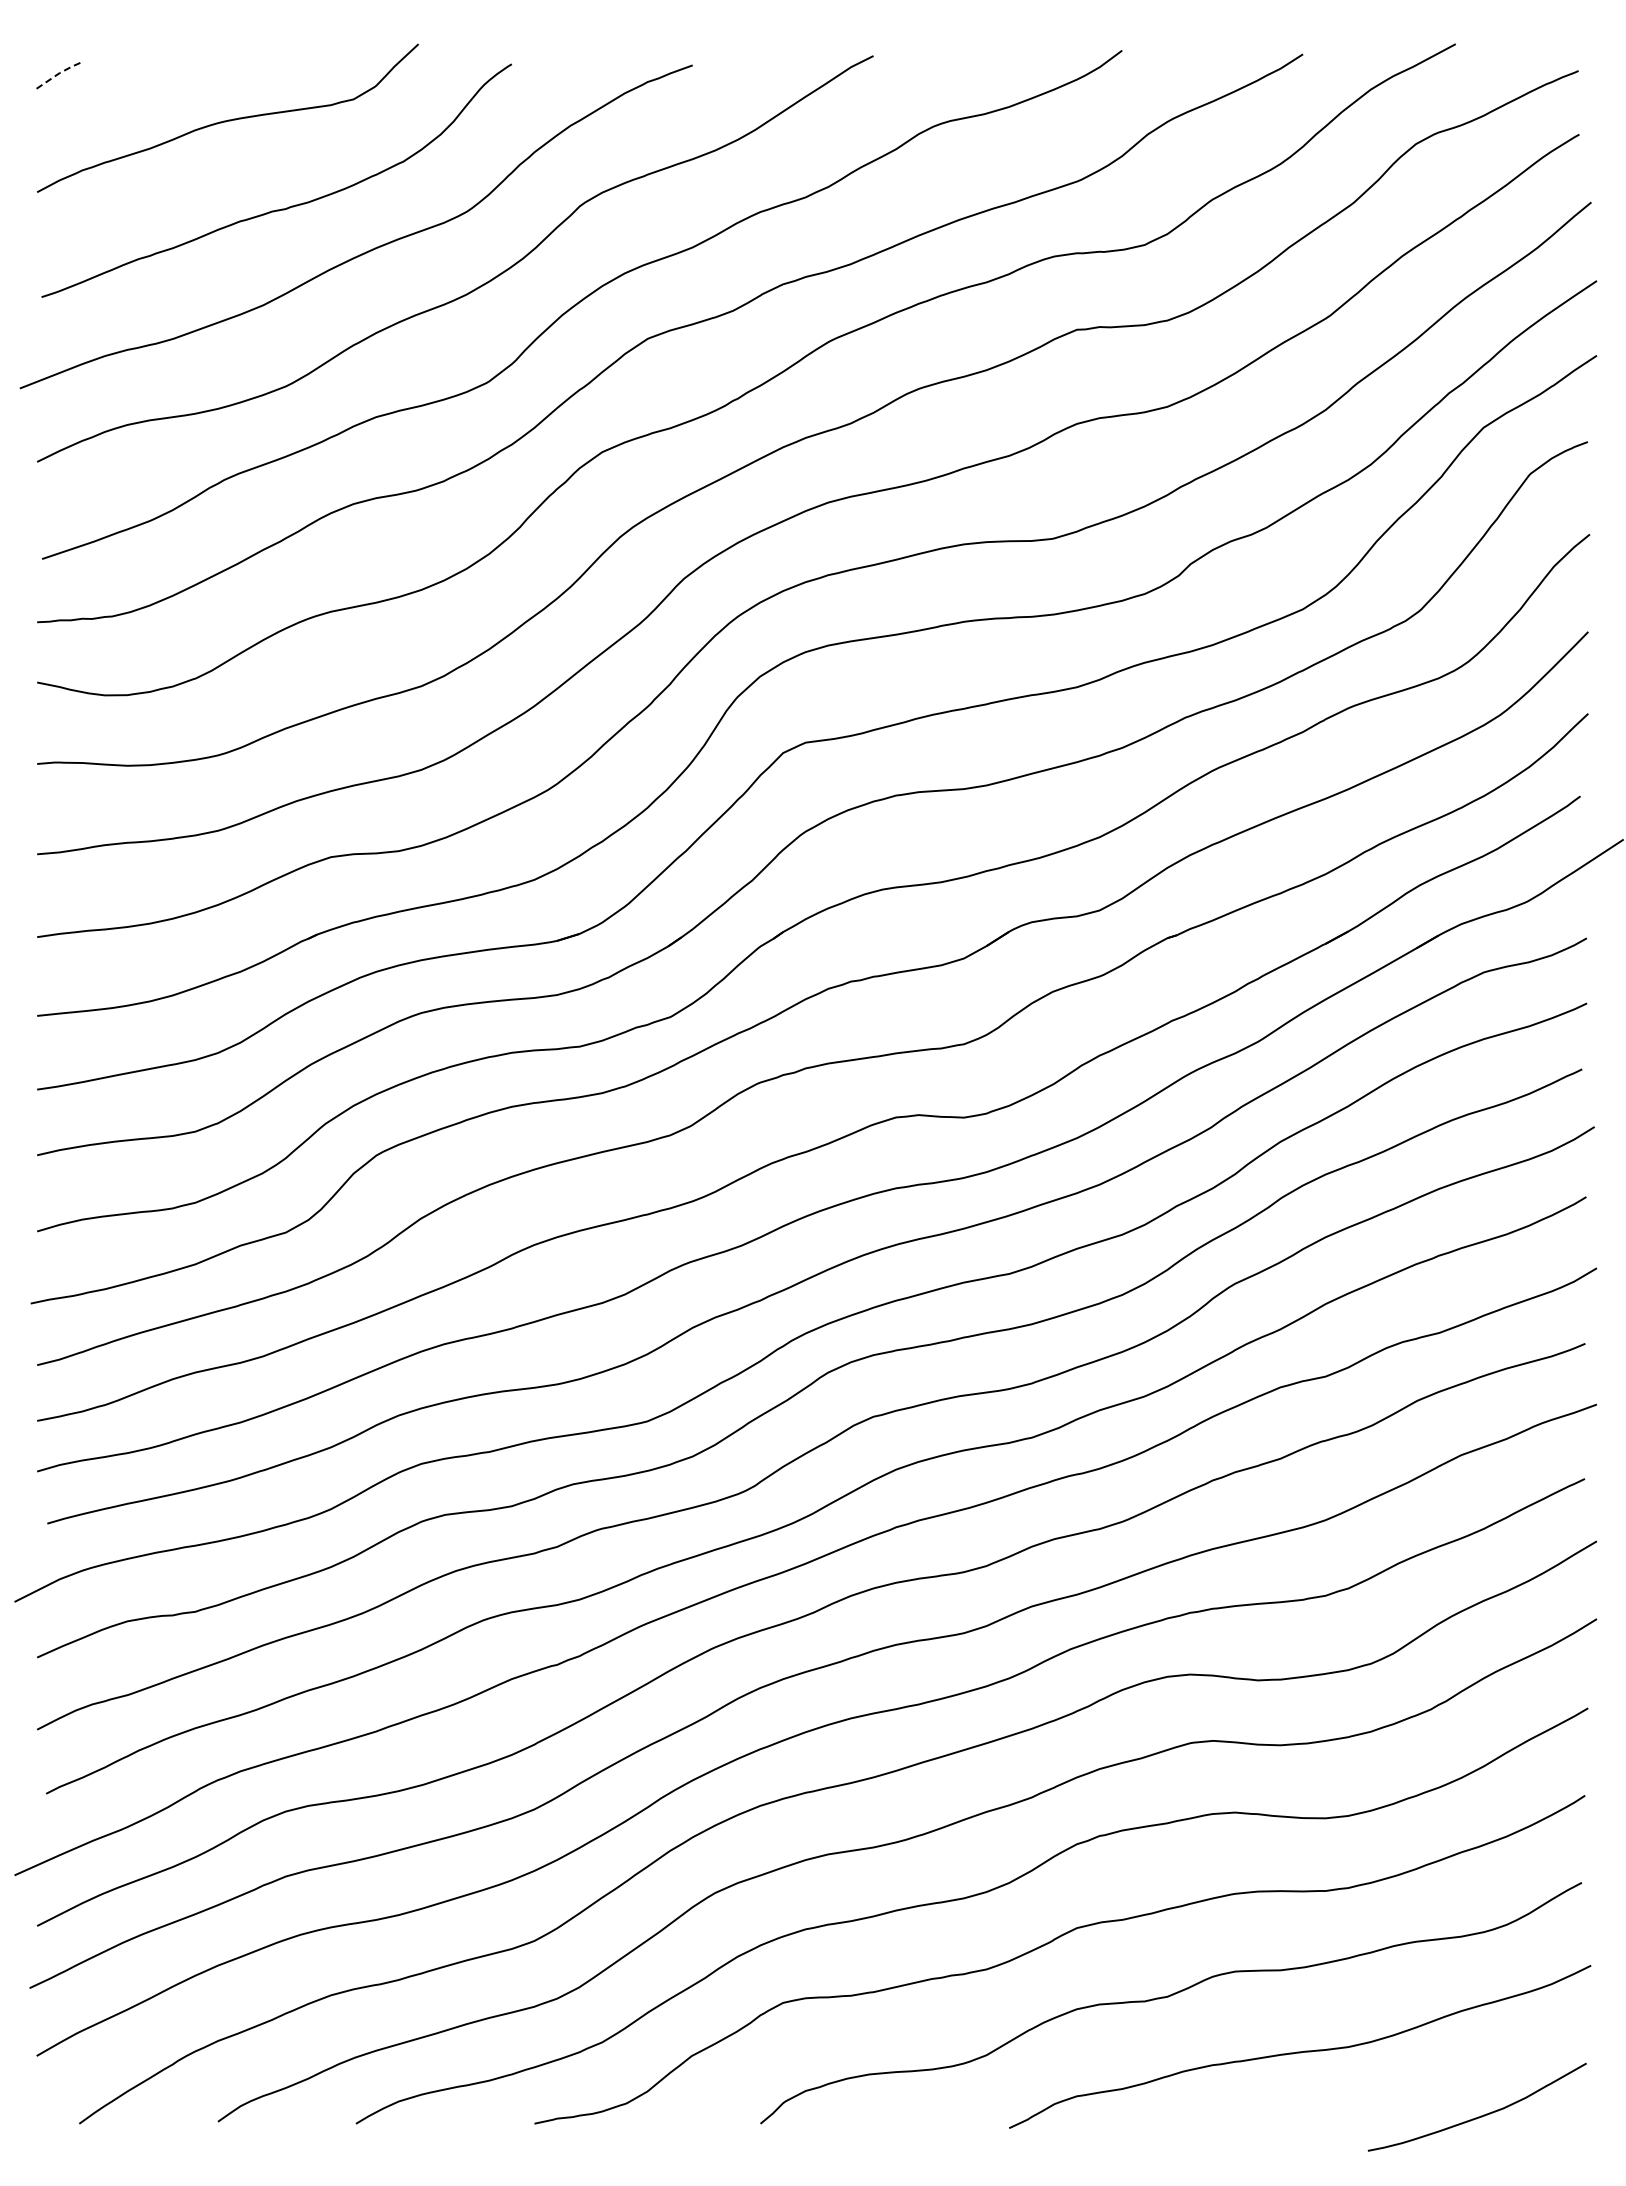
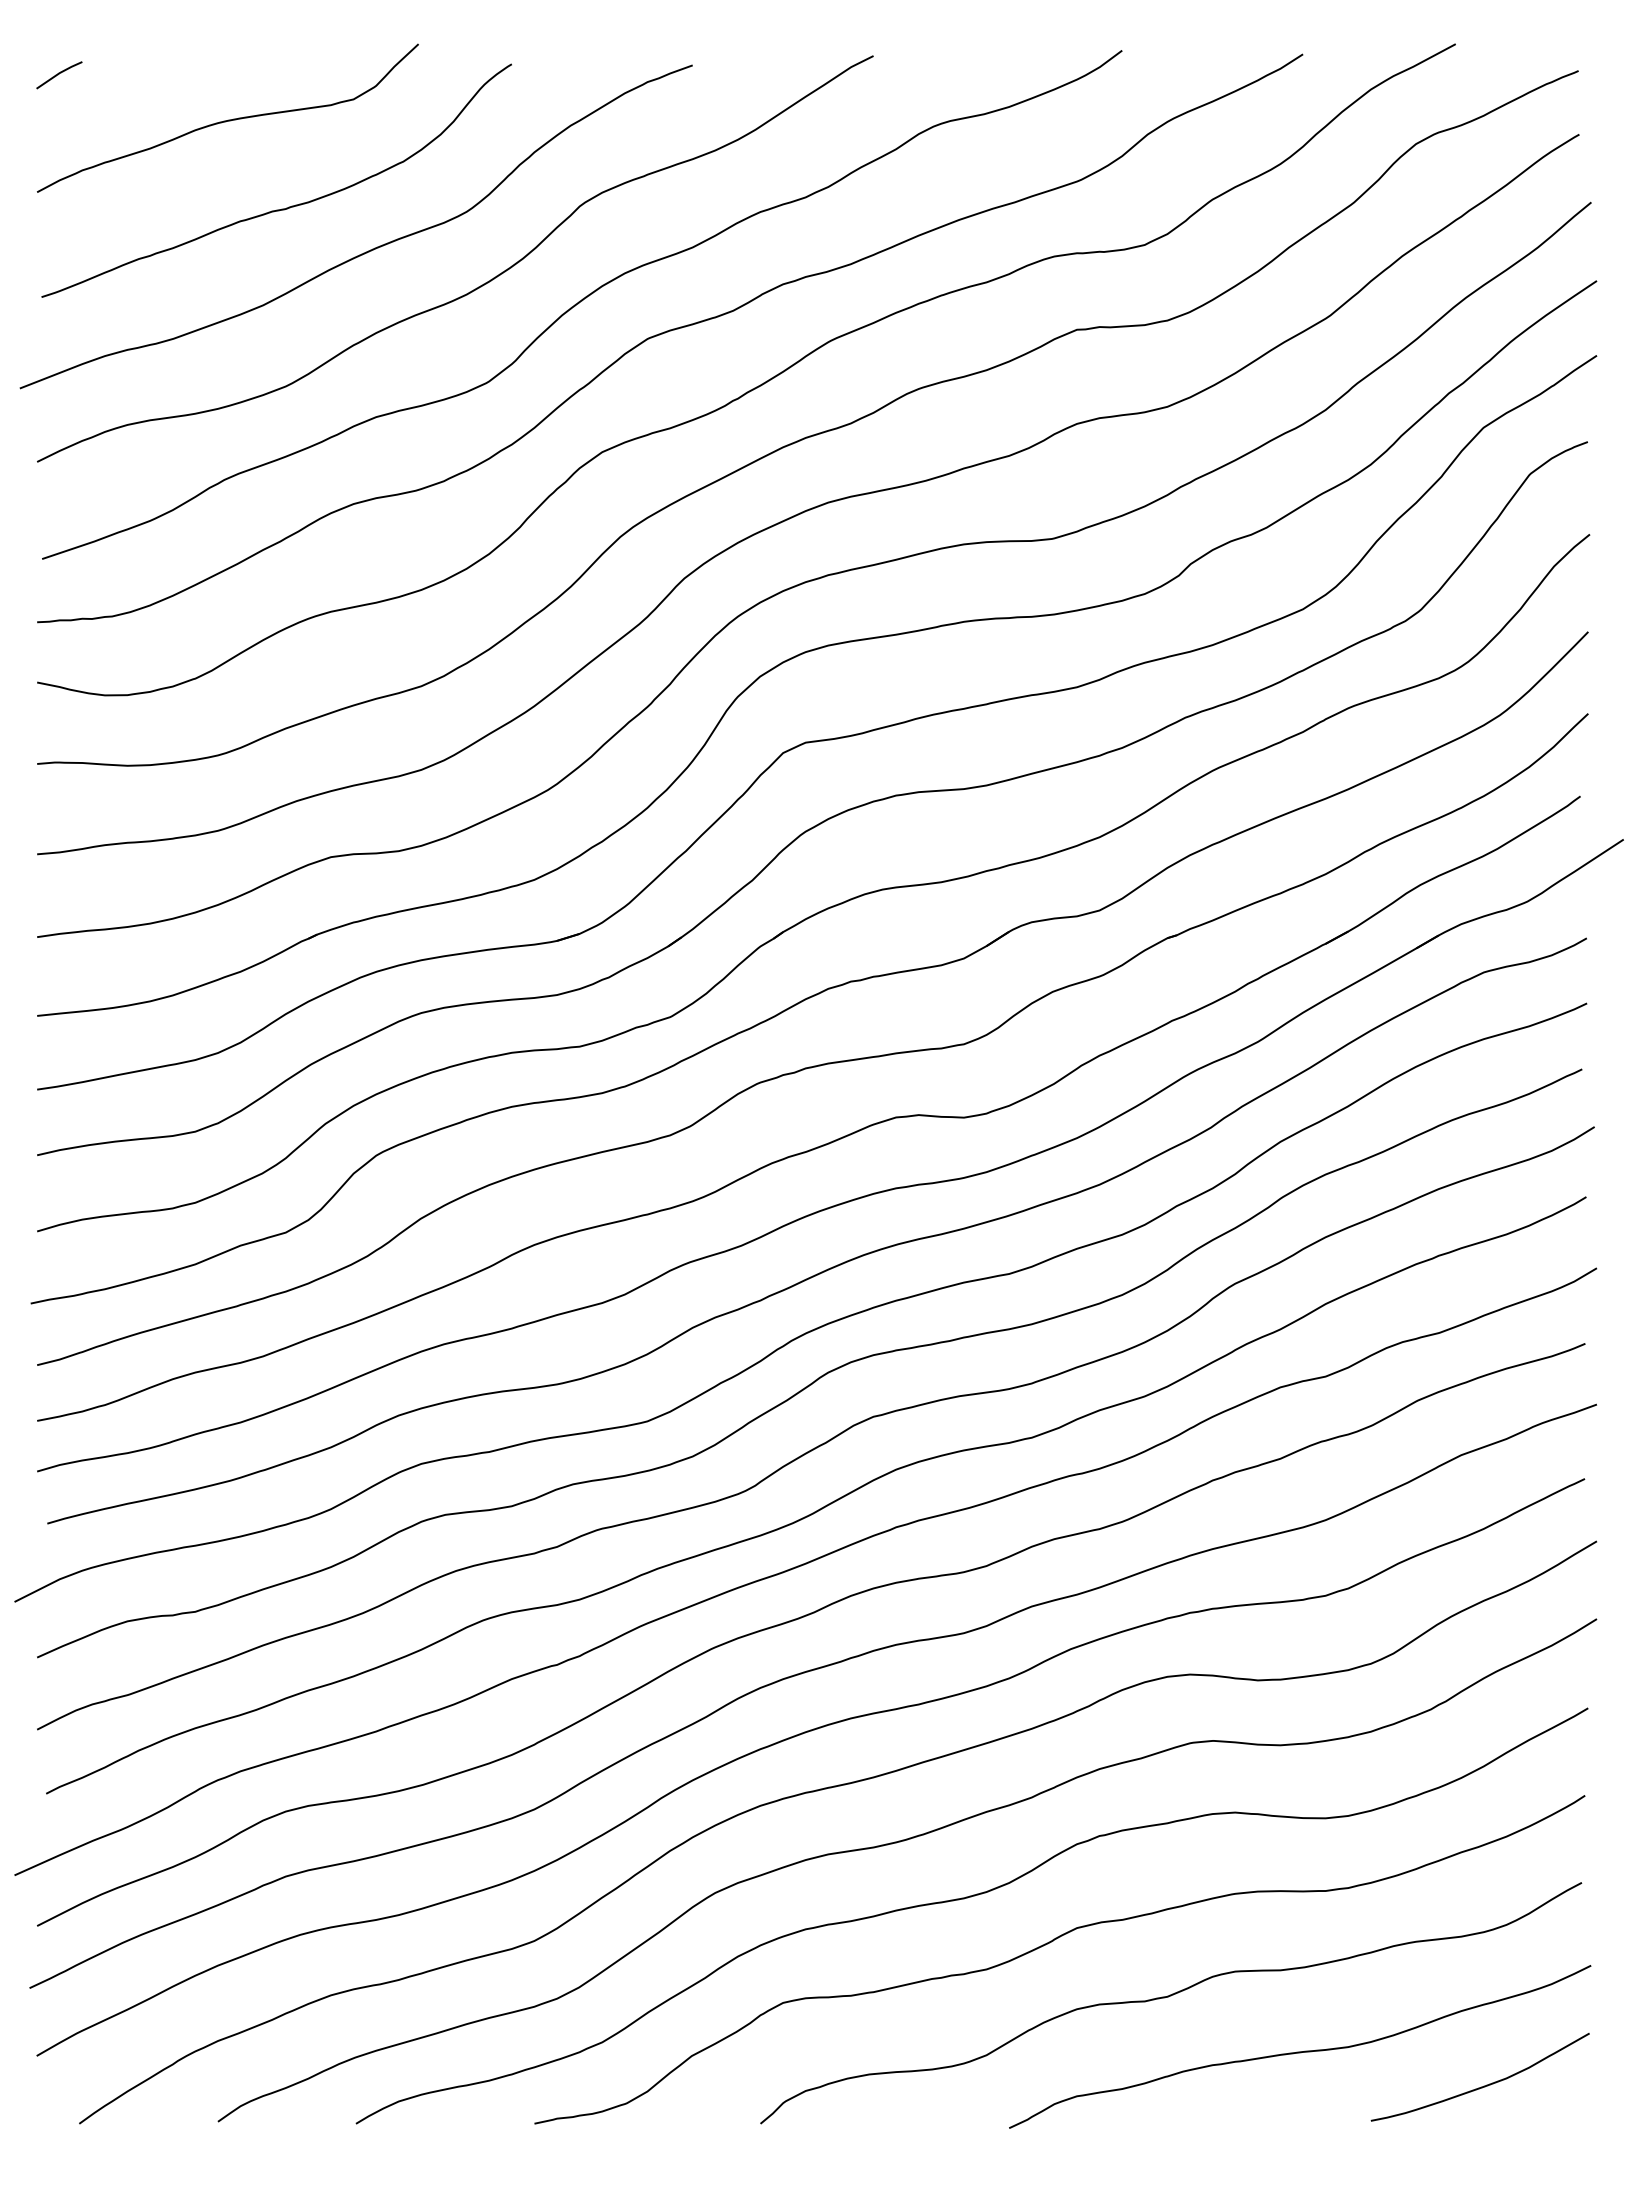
line at (59, 73): dashed -> solid
curve at (1478, 2116) position: (1478, 2116) -> (1481, 2086)
